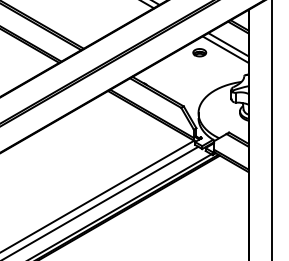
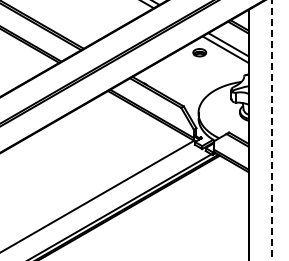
line at (271, 131): solid -> dashed
line at (102, 201): present -> none
